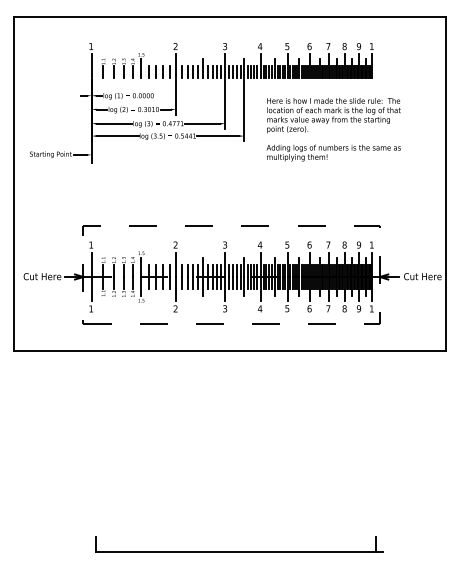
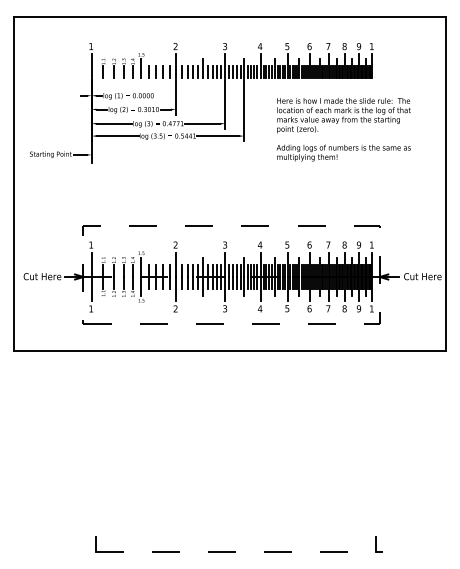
text at (333, 129) position: (333, 129) -> (343, 129)
line at (239, 551): solid -> dashed
